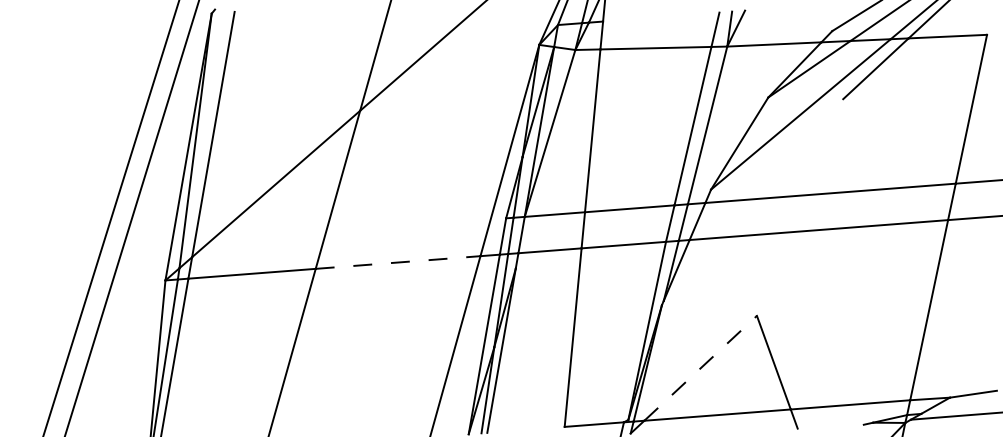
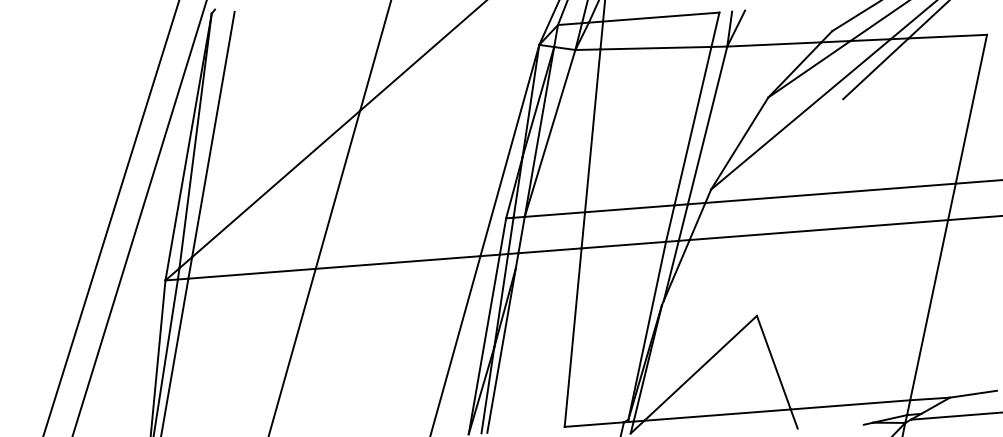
line at (661, 16): none -> present
line at (131, 217) position: (131, 217) -> (139, 217)
line at (398, 262): dashed -> solid
line at (700, 368): dashed -> solid
